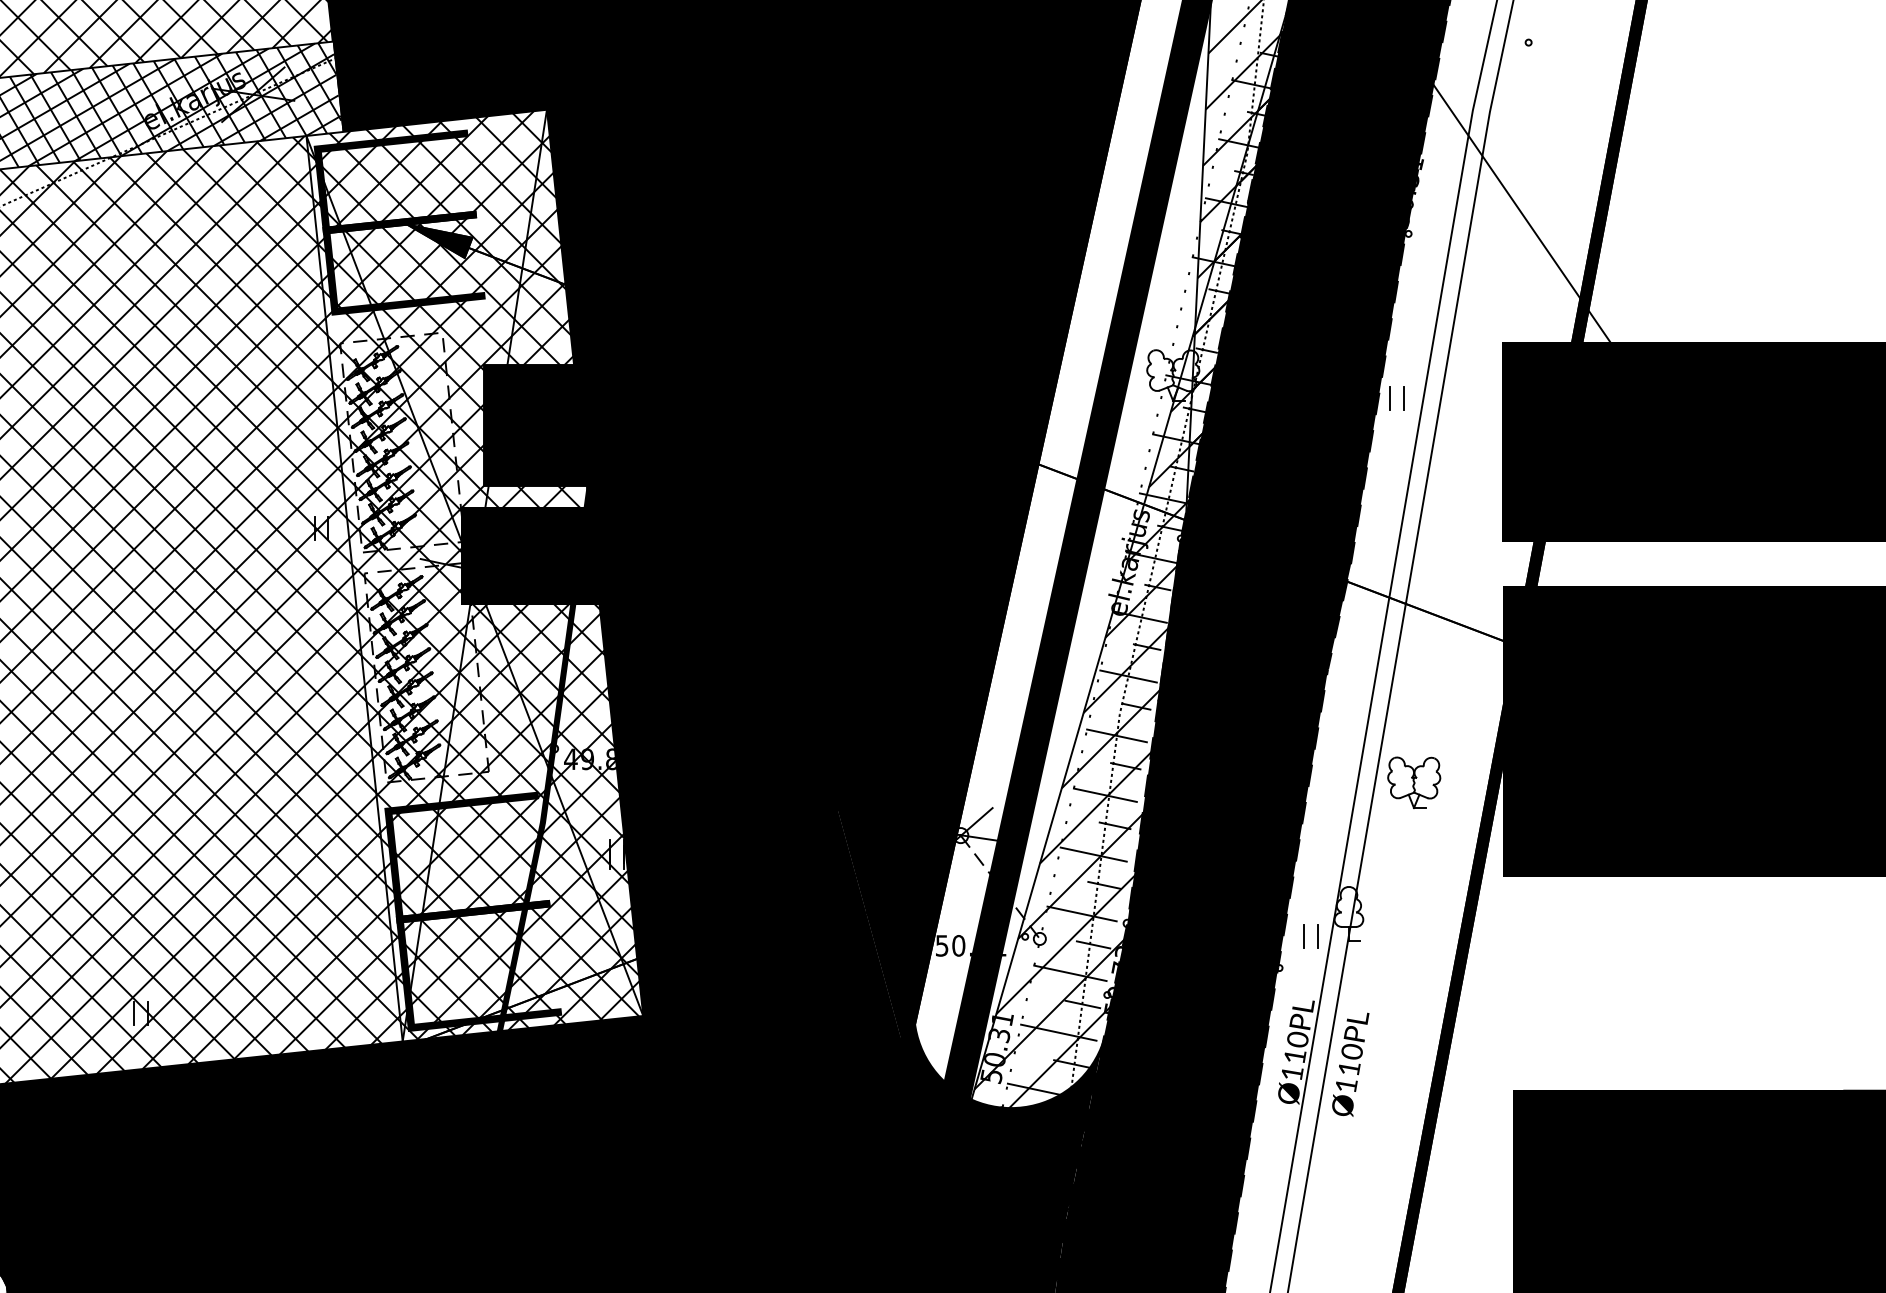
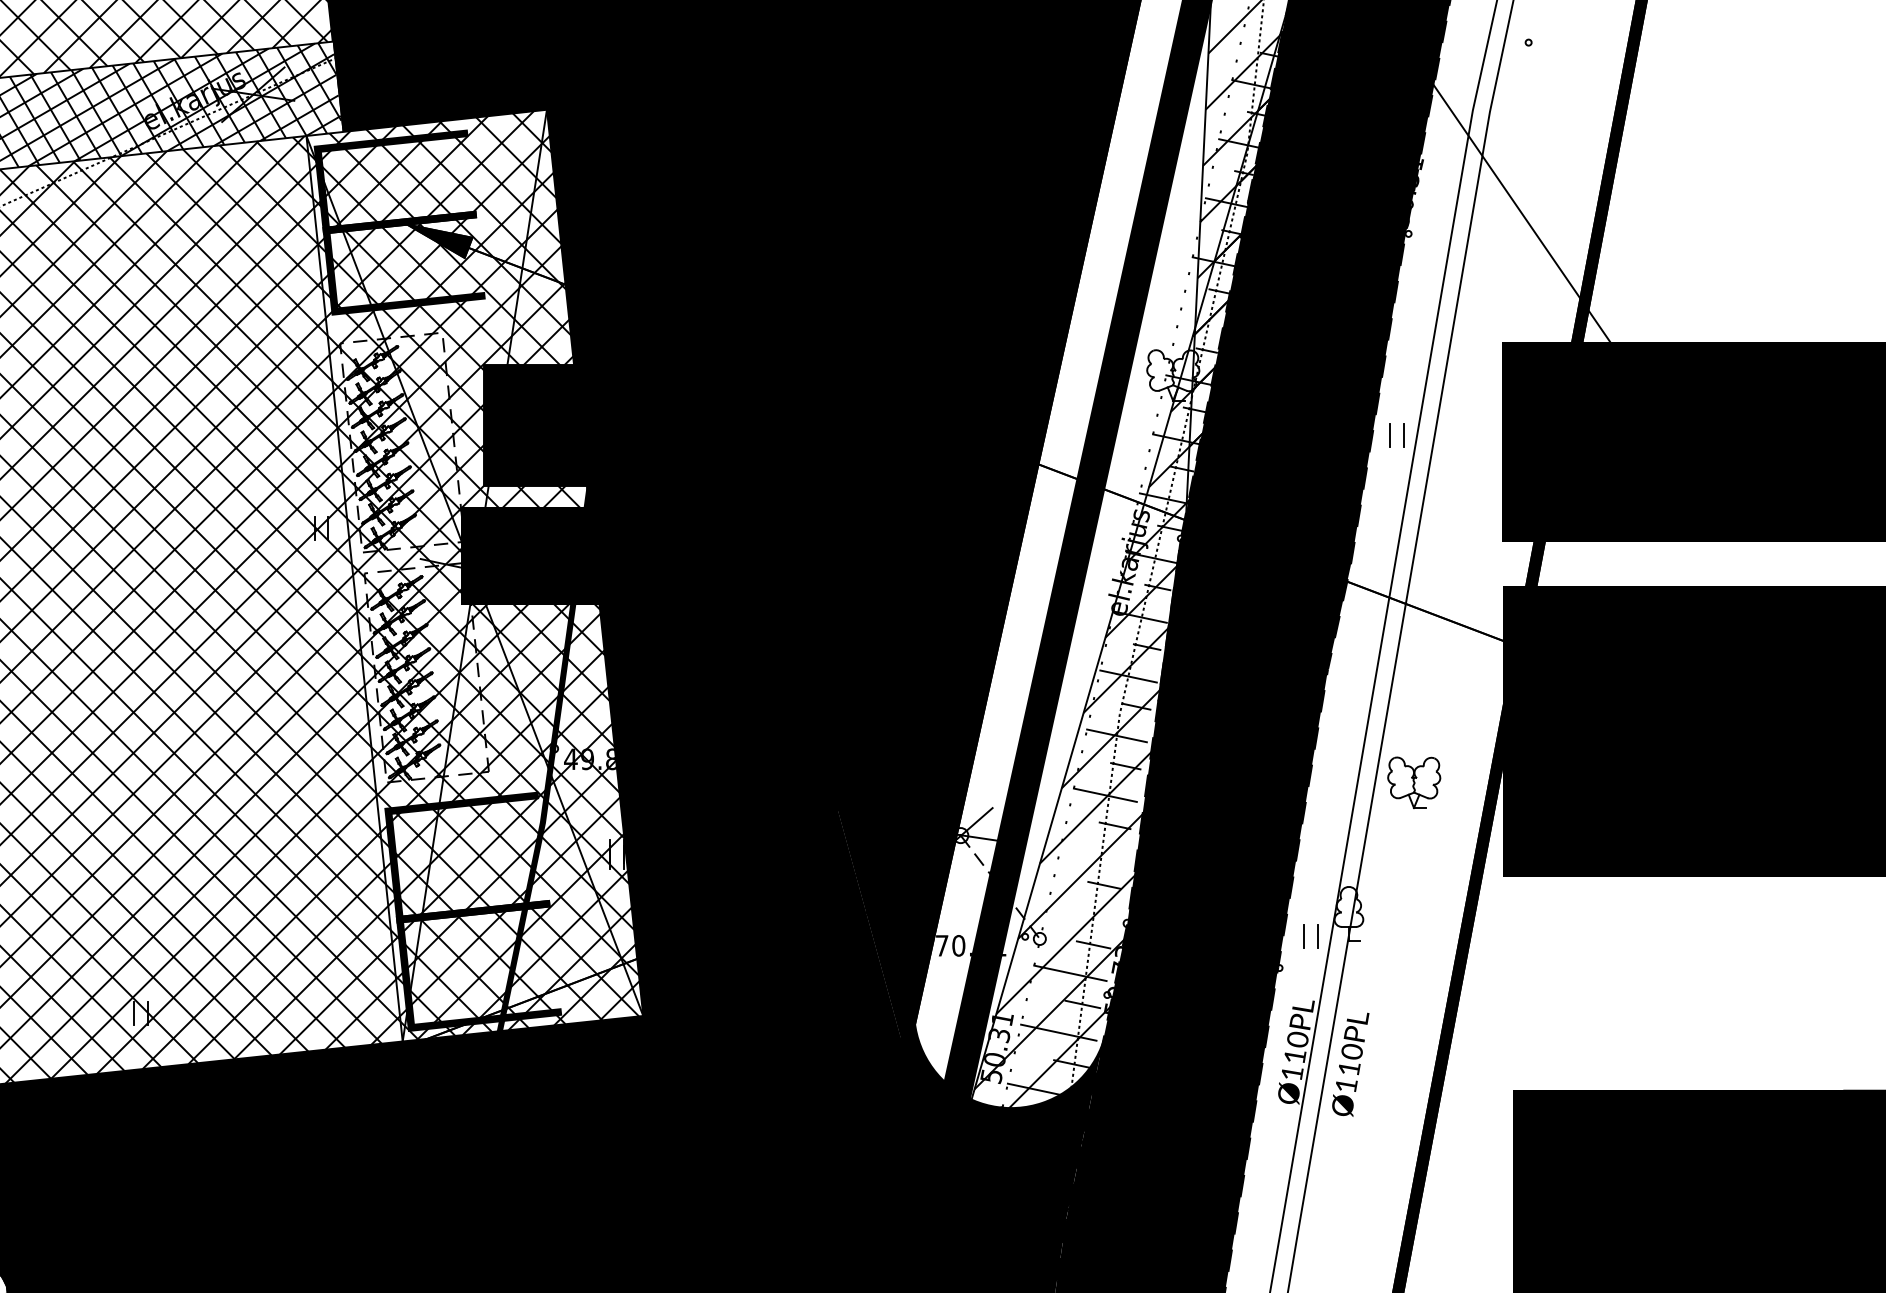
part at (1396, 398) position: (1396, 398) -> (1396, 435)
line at (1093, 854): present -> none
line at (1081, 913): present -> none
text at (942, 945): 50.41 -> 70.41
